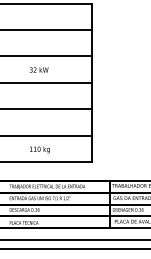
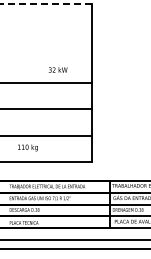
line at (45, 3): solid -> dashed
line at (46, 29): present -> none
line at (46, 56): present -> none
text at (38, 69) position: (38, 69) -> (57, 69)
text at (39, 149) position: (39, 149) -> (27, 147)
